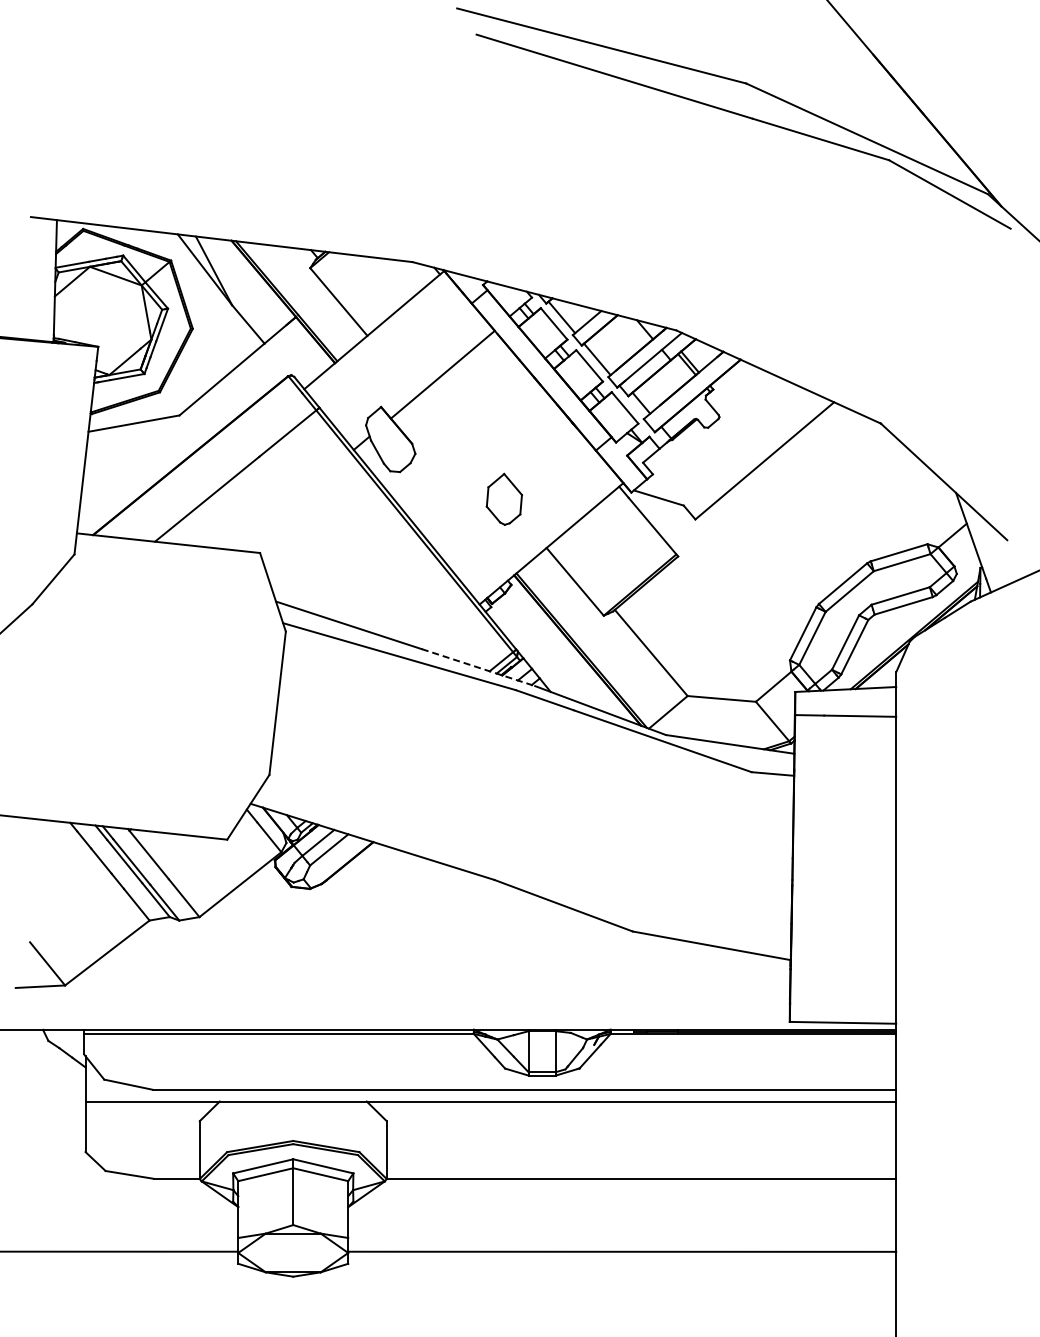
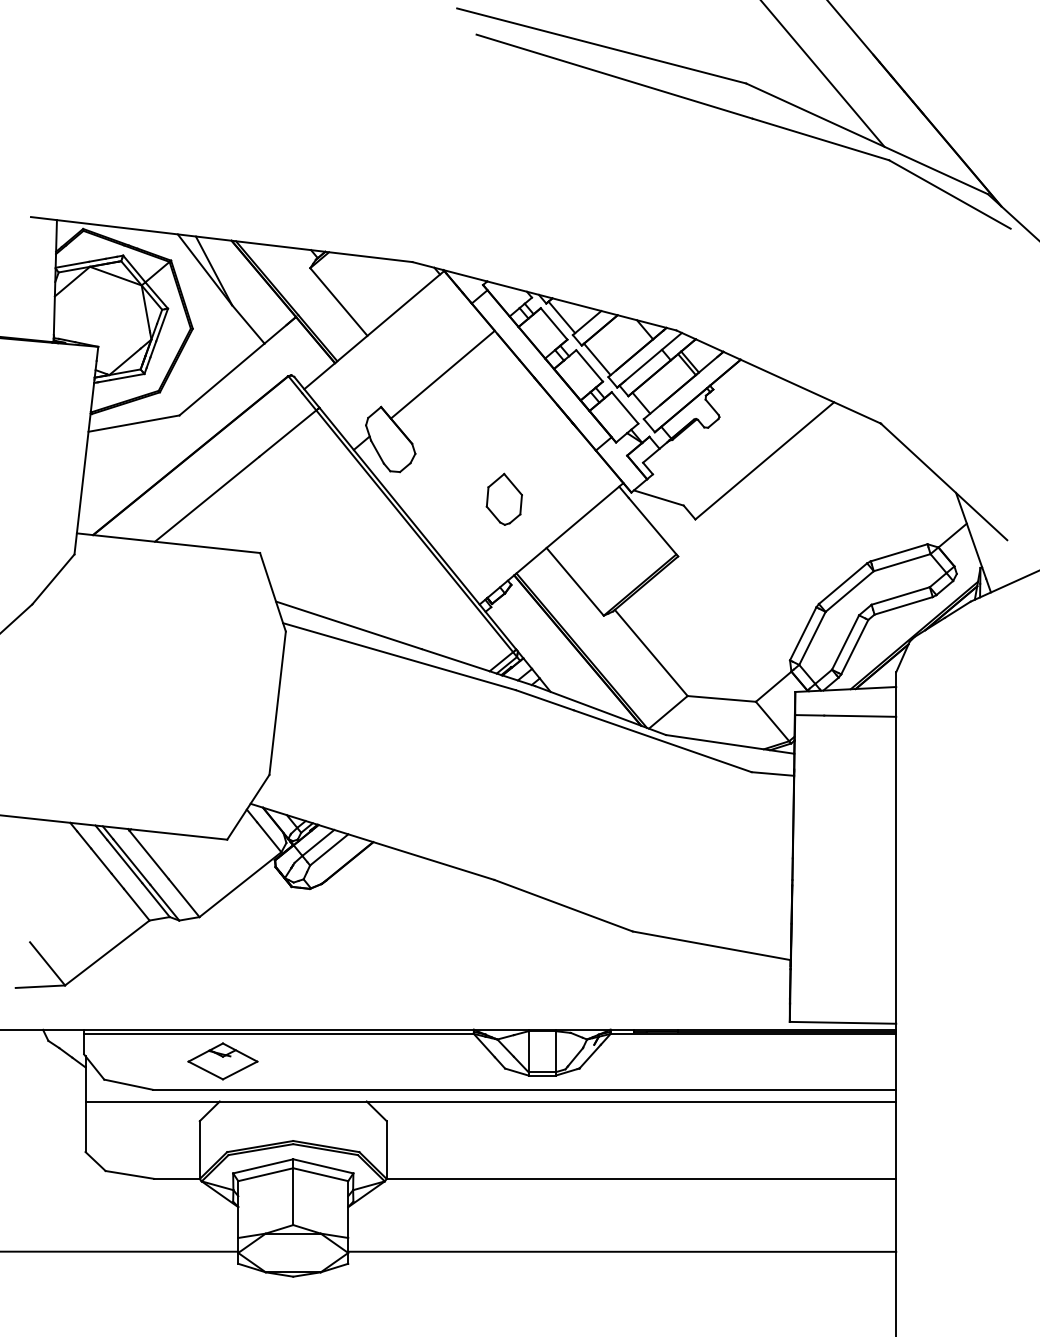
line at (823, 74): none -> present
line at (478, 667): dashed -> solid
part at (222, 1061): none -> present
